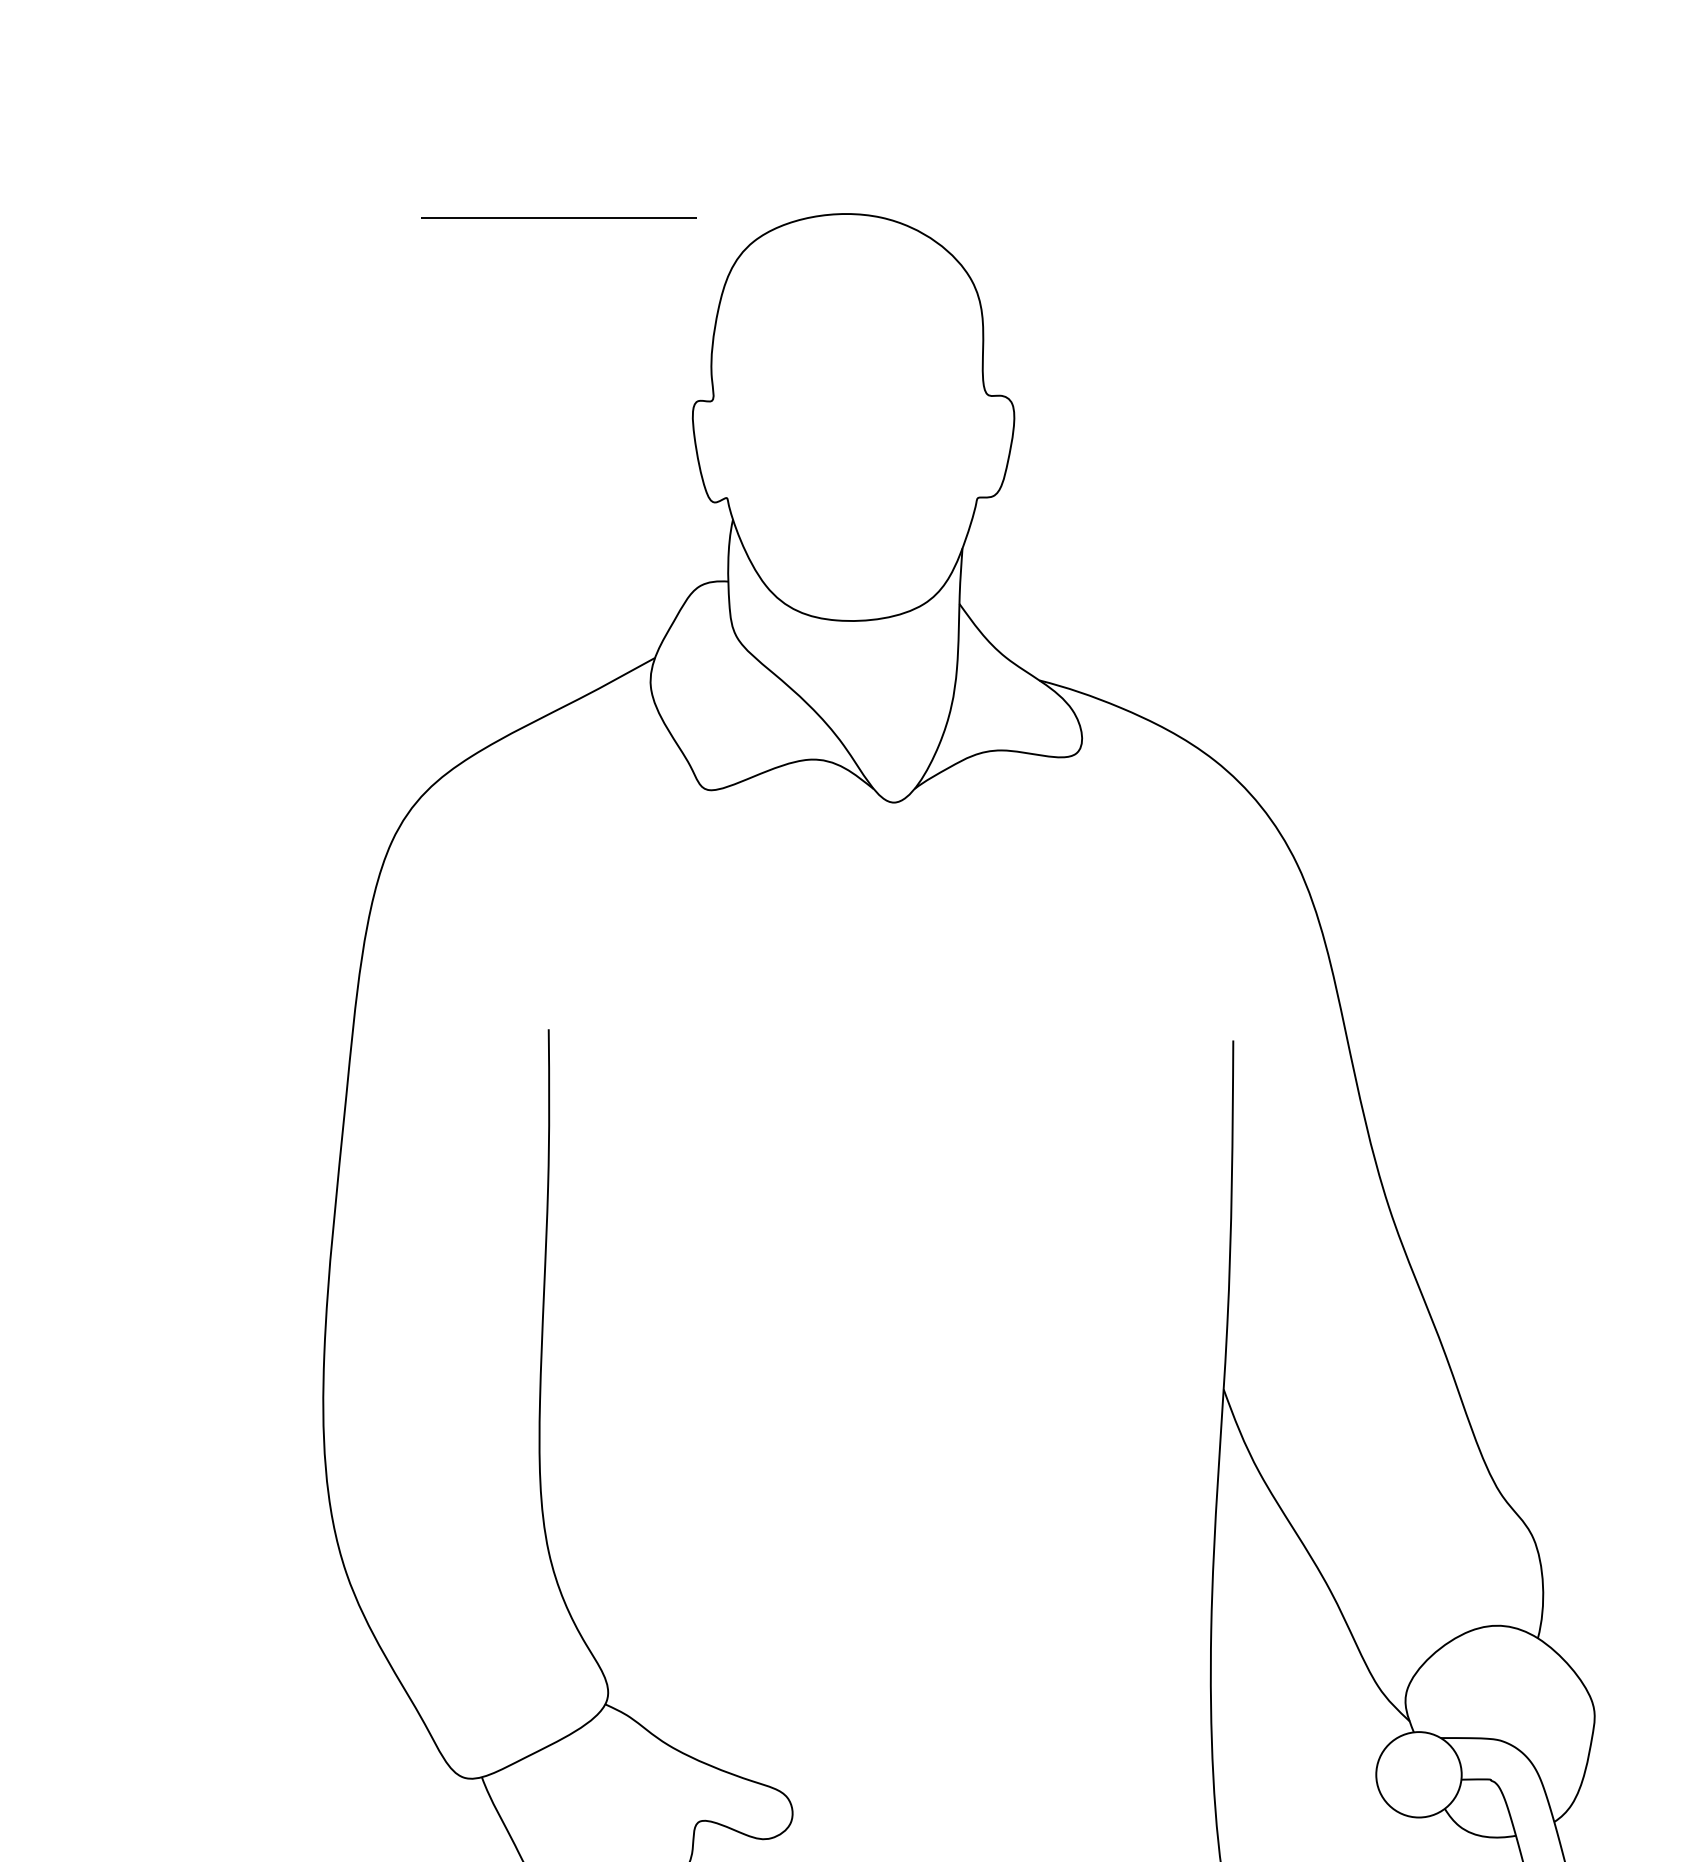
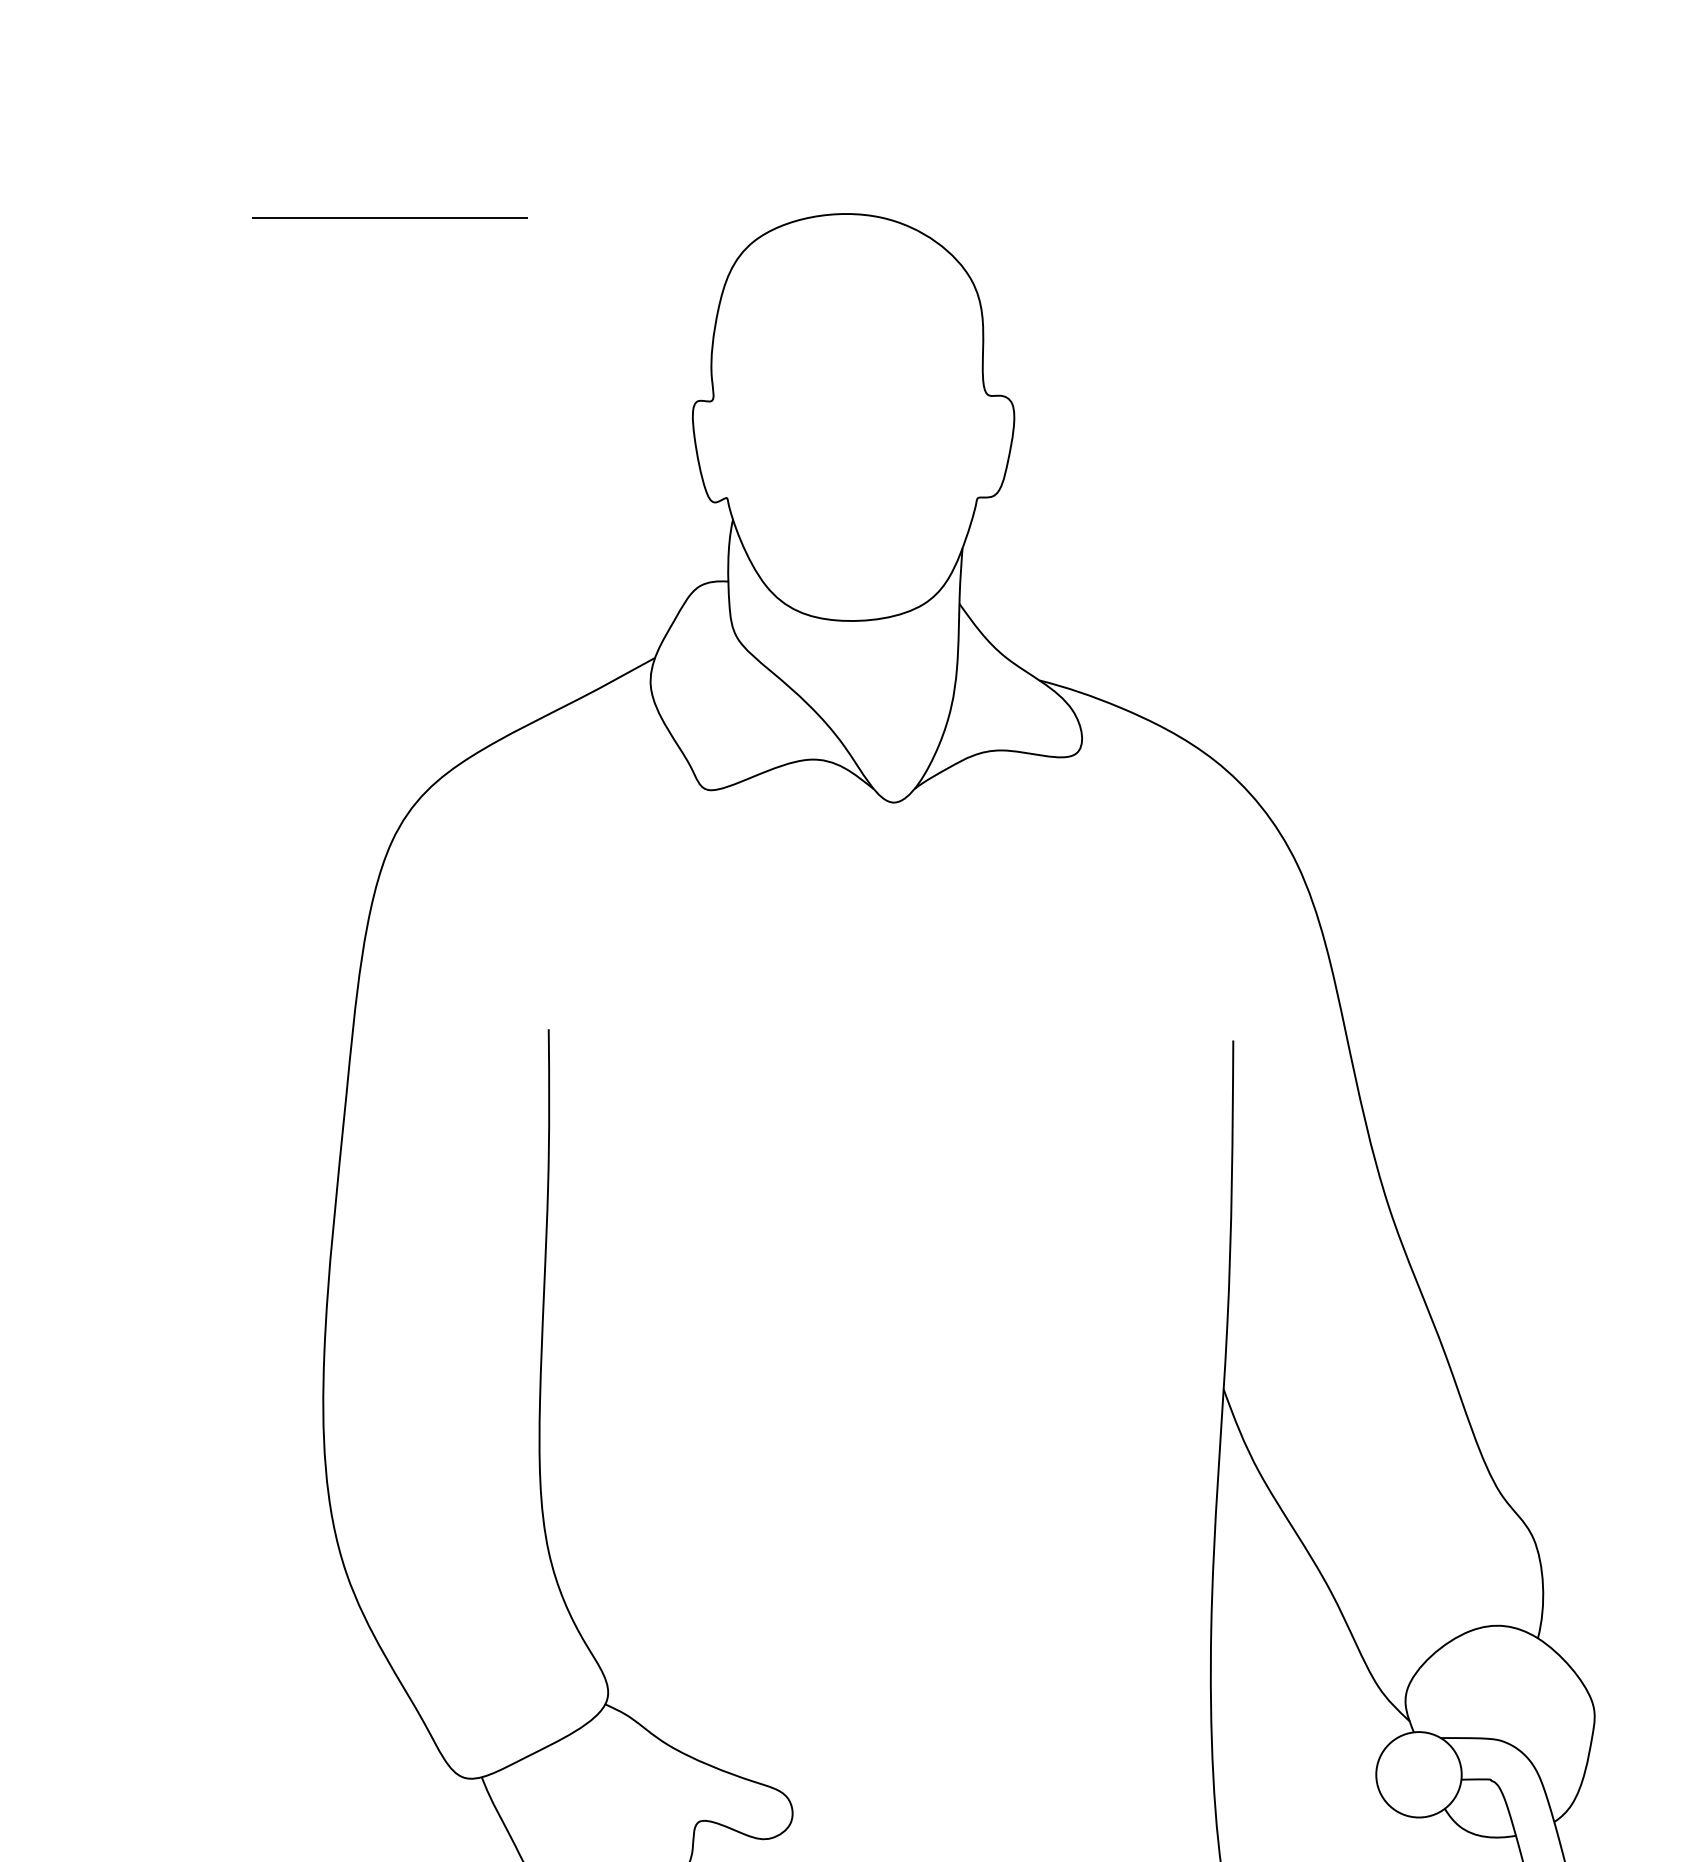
line at (558, 217) position: (558, 217) -> (389, 217)
